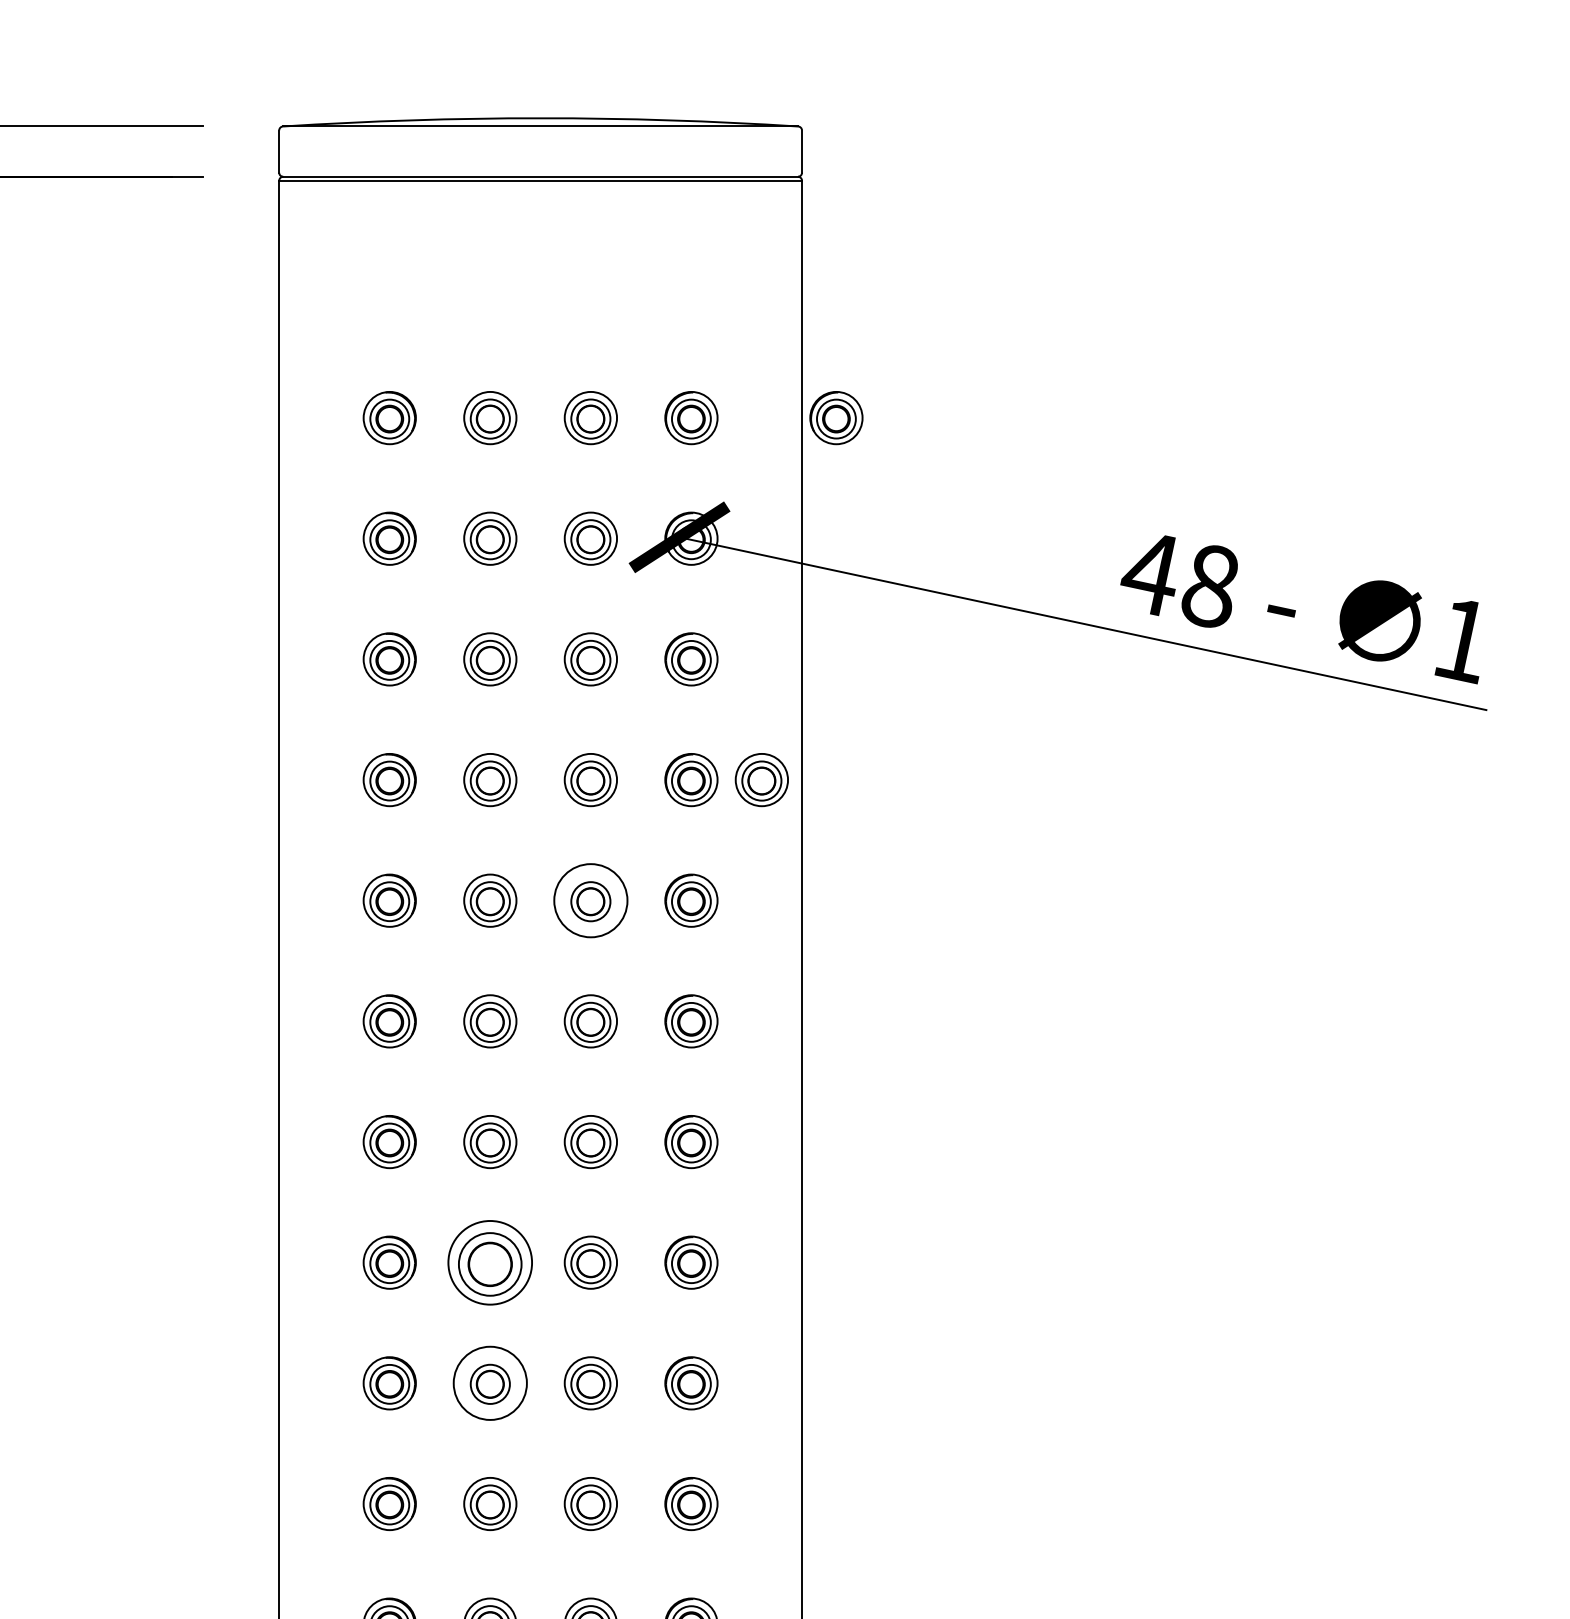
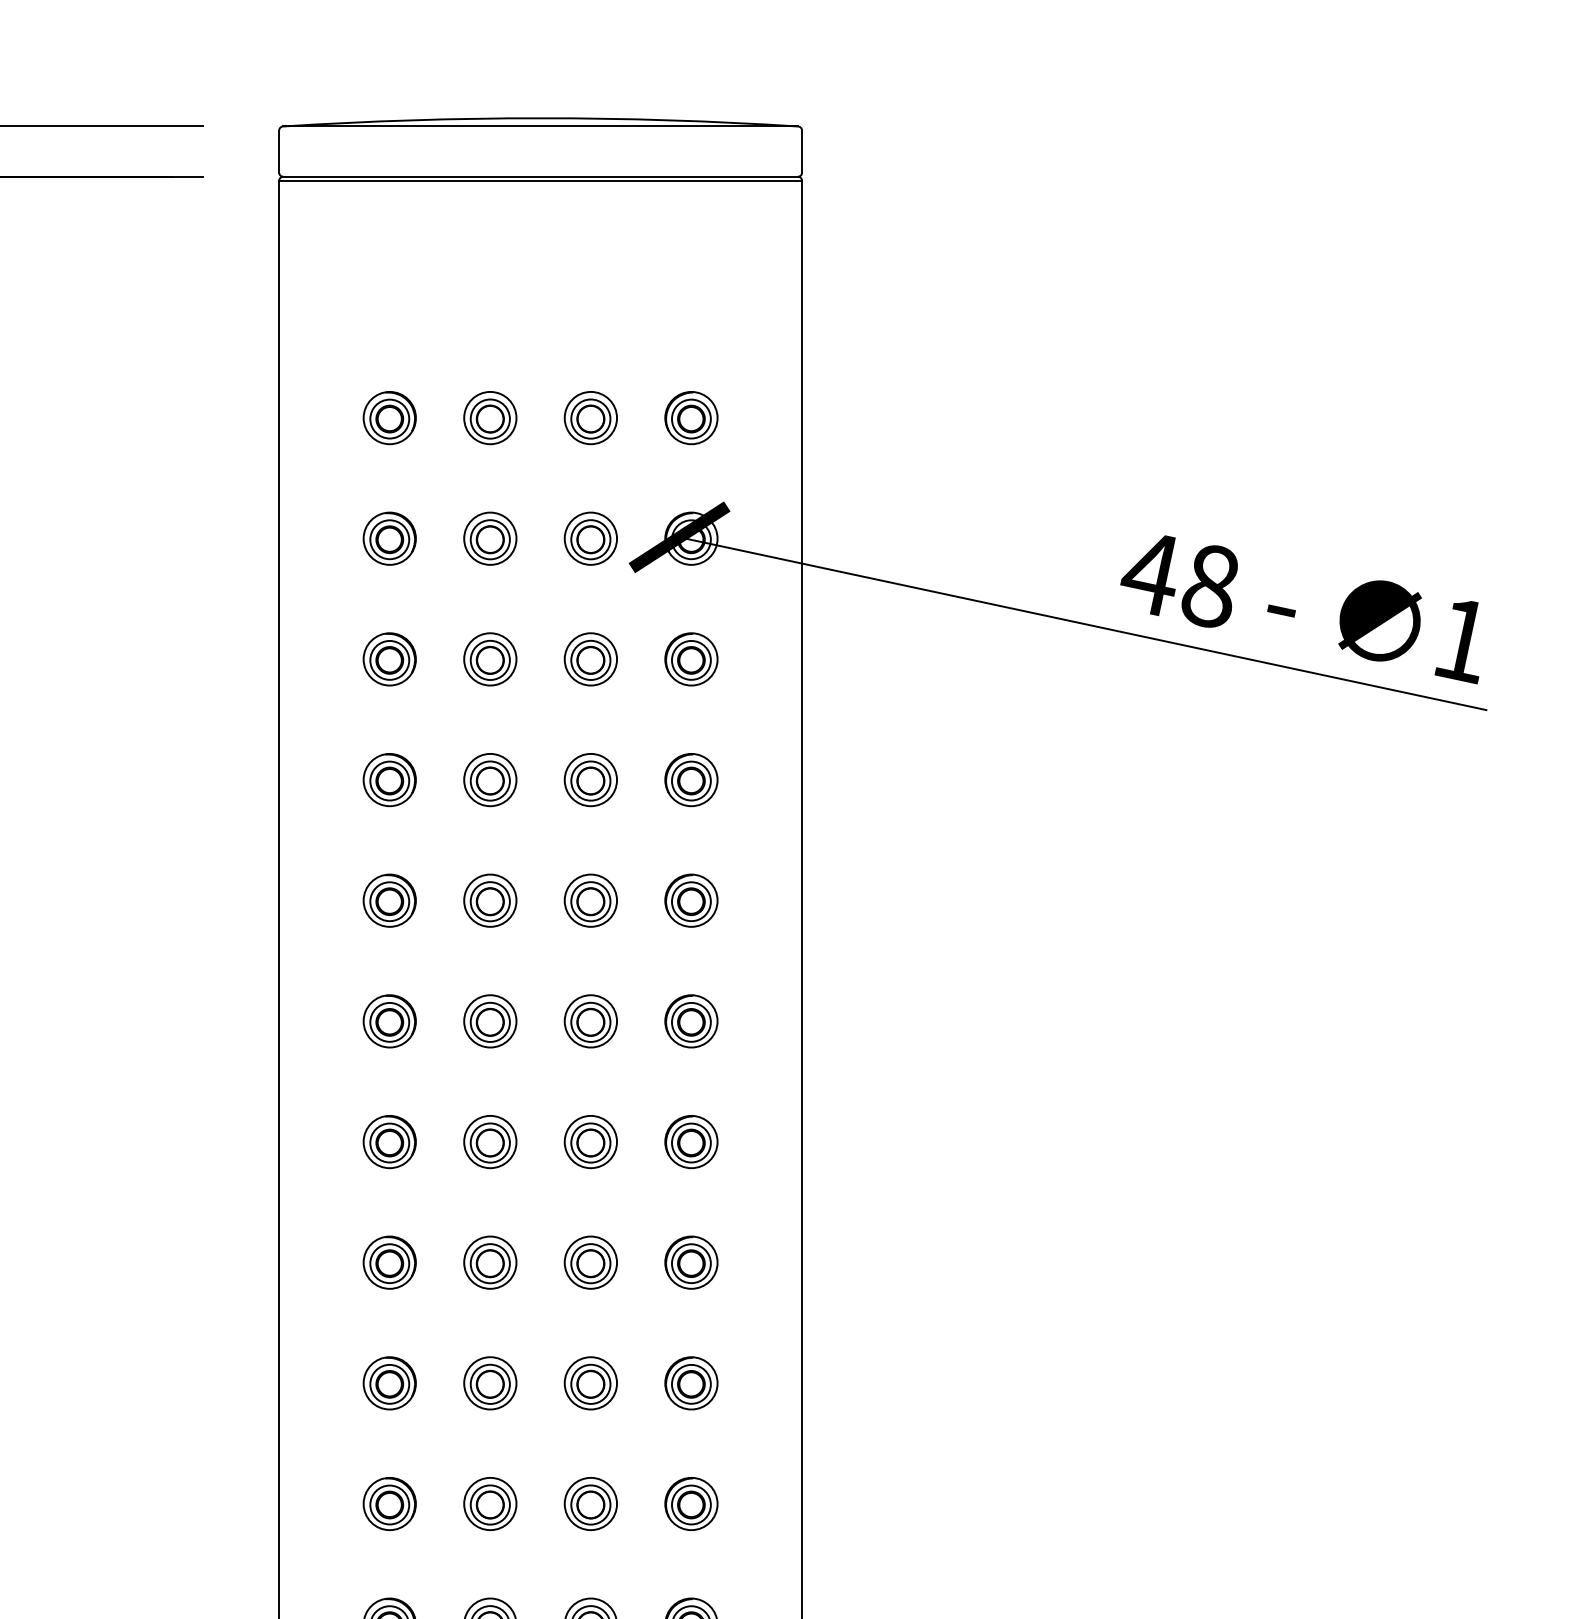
part at (836, 418): present -> none
part at (761, 780): present -> none
circle at (590, 900) diameter: 73 px -> 52 px
part at (489, 1262) size: 86x86 px -> 55x55 px
circle at (489, 1382) diameter: 73 px -> 52 px
